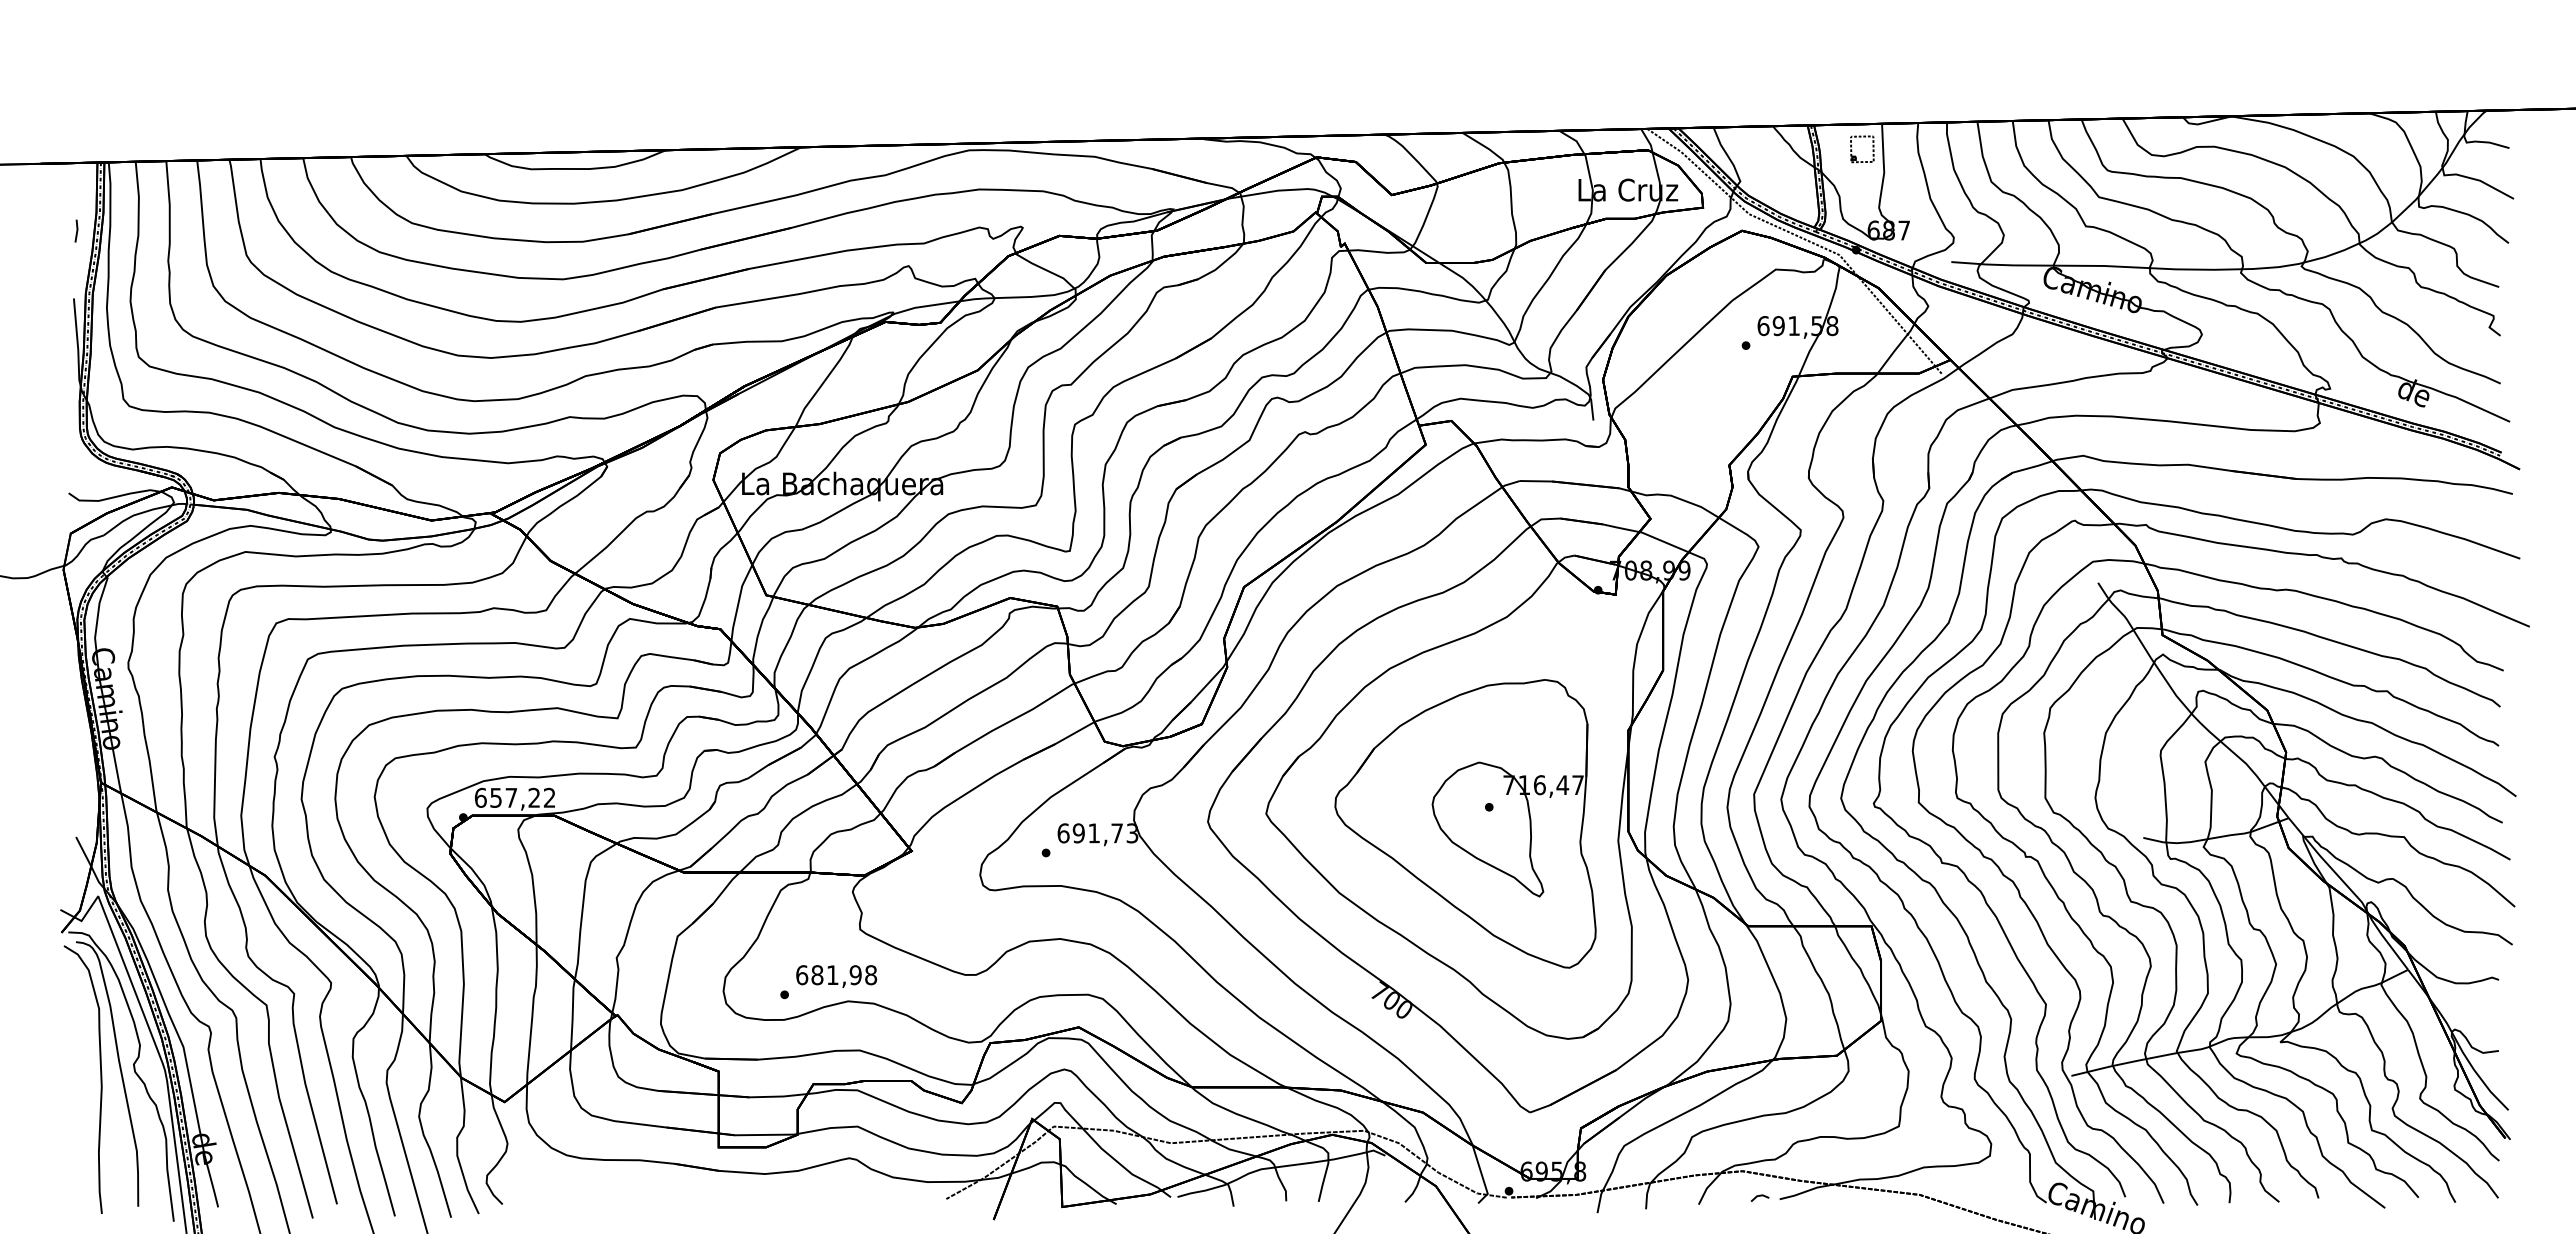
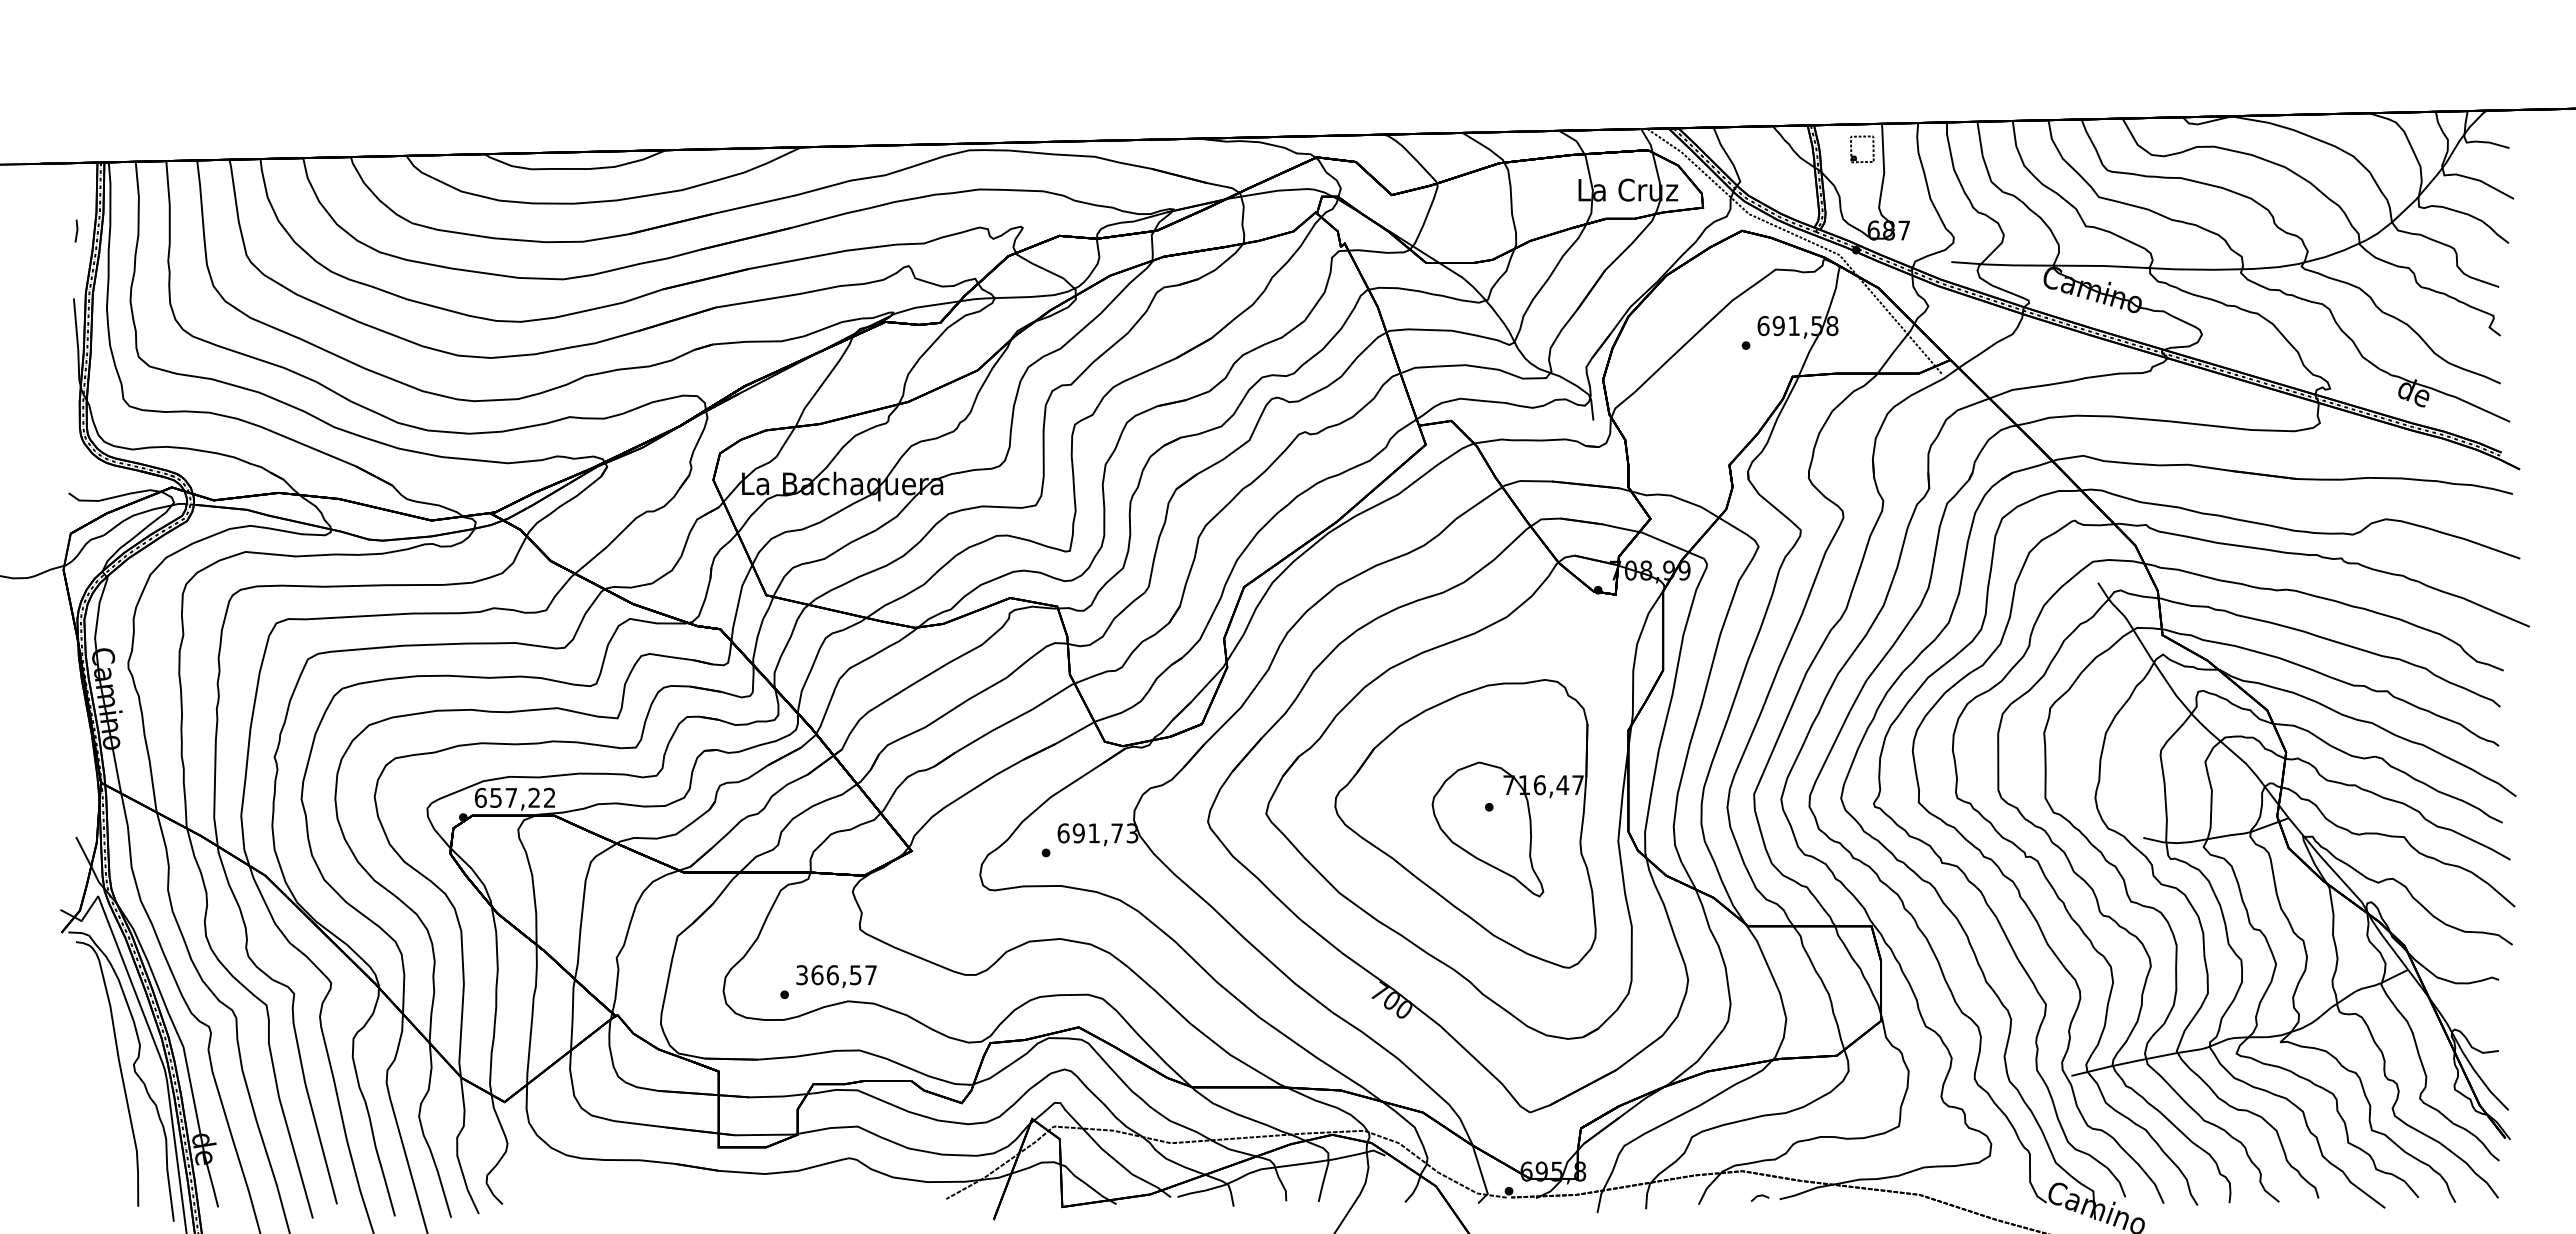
text at (836, 975): 681,98 -> 366,57
curve at (100, 1079): present -> none
